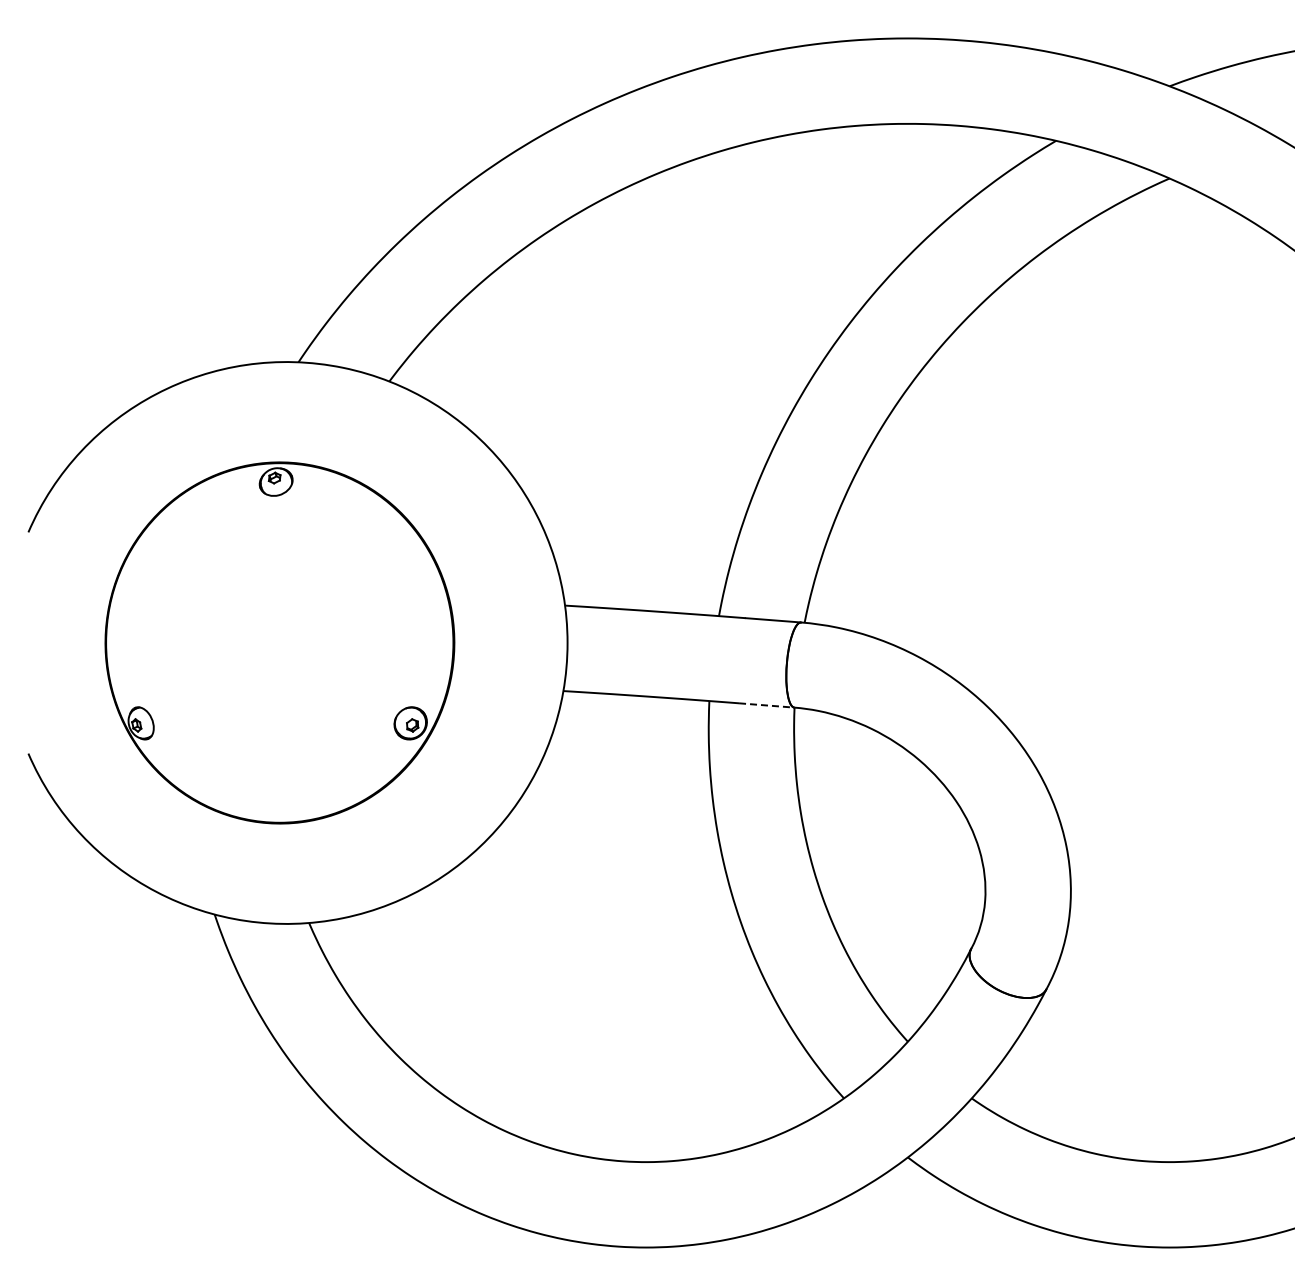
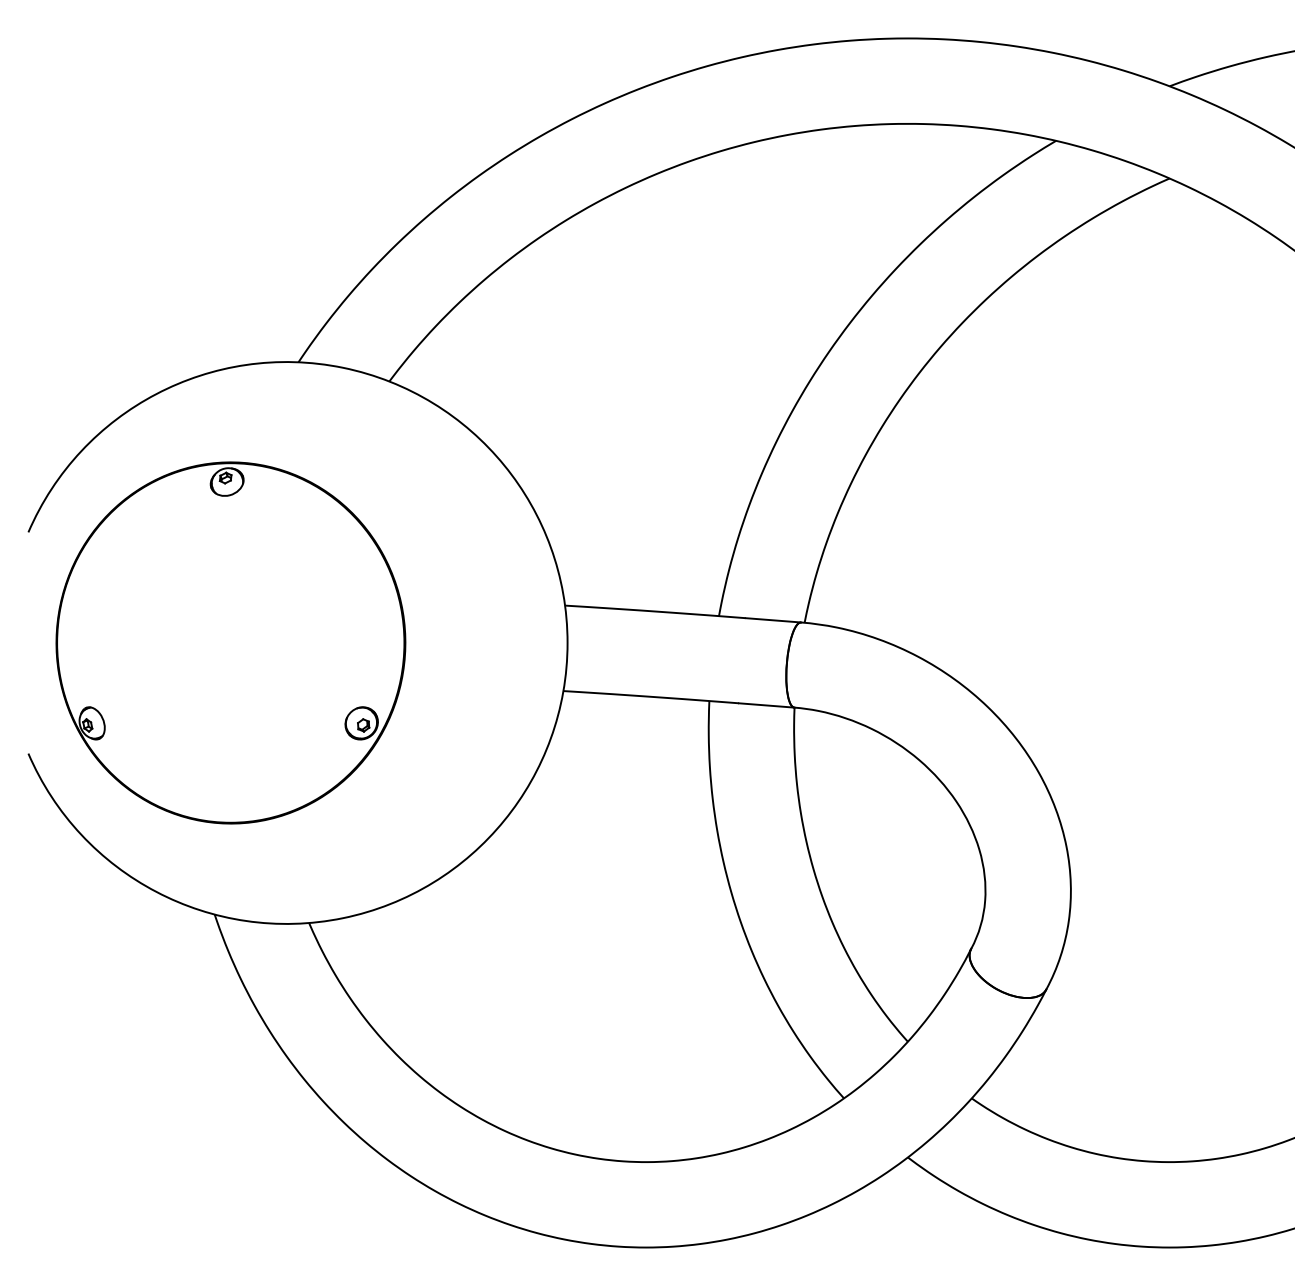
part at (279, 642) position: (279, 642) -> (230, 642)
line at (766, 705): dashed -> solid
